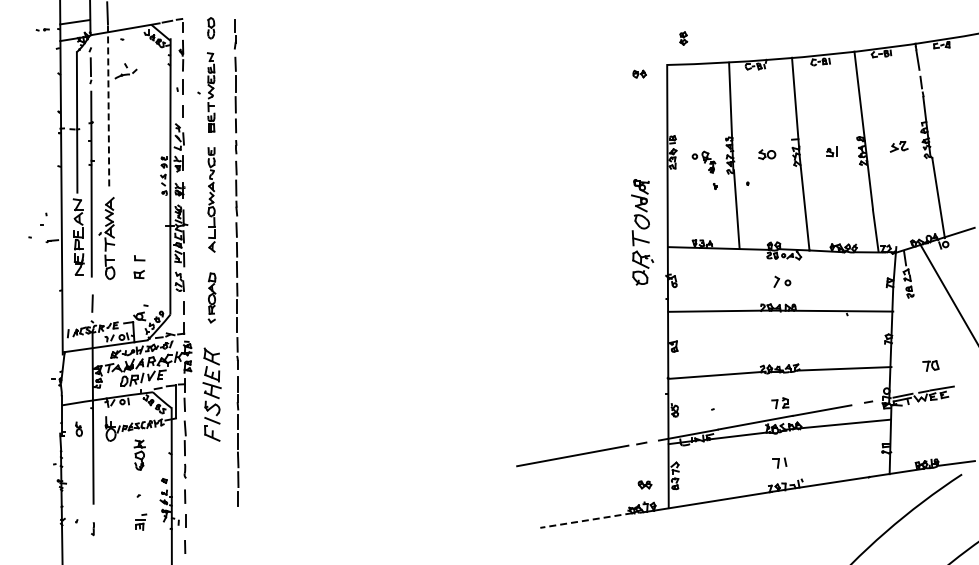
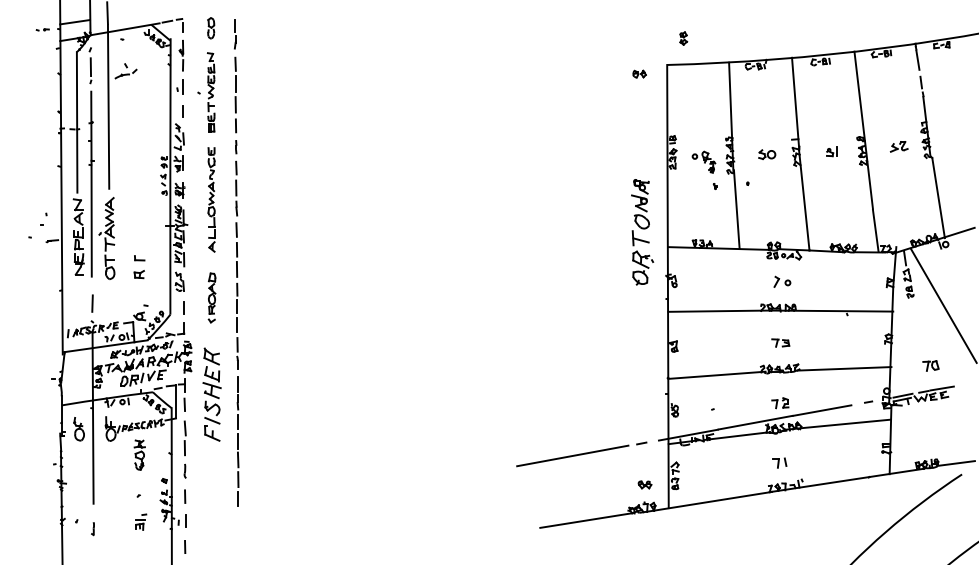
line at (108, 107): dashed -> solid
line at (947, 291) position: (947, 291) -> (942, 304)
part at (780, 342): none -> present
part at (78, 429) size: 8x17 px -> 12x25 px
line at (586, 520): dashed -> solid
